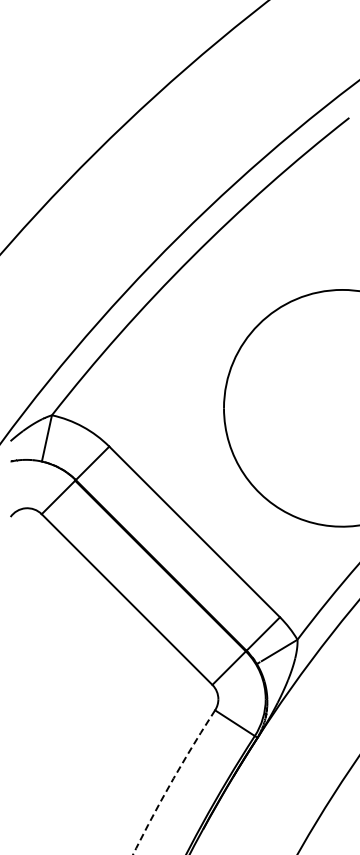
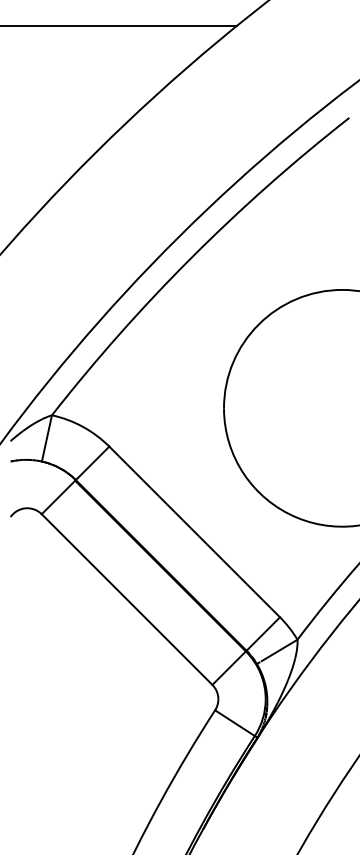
line at (119, 25): none -> present
arc at (171, 781): dashed -> solid
